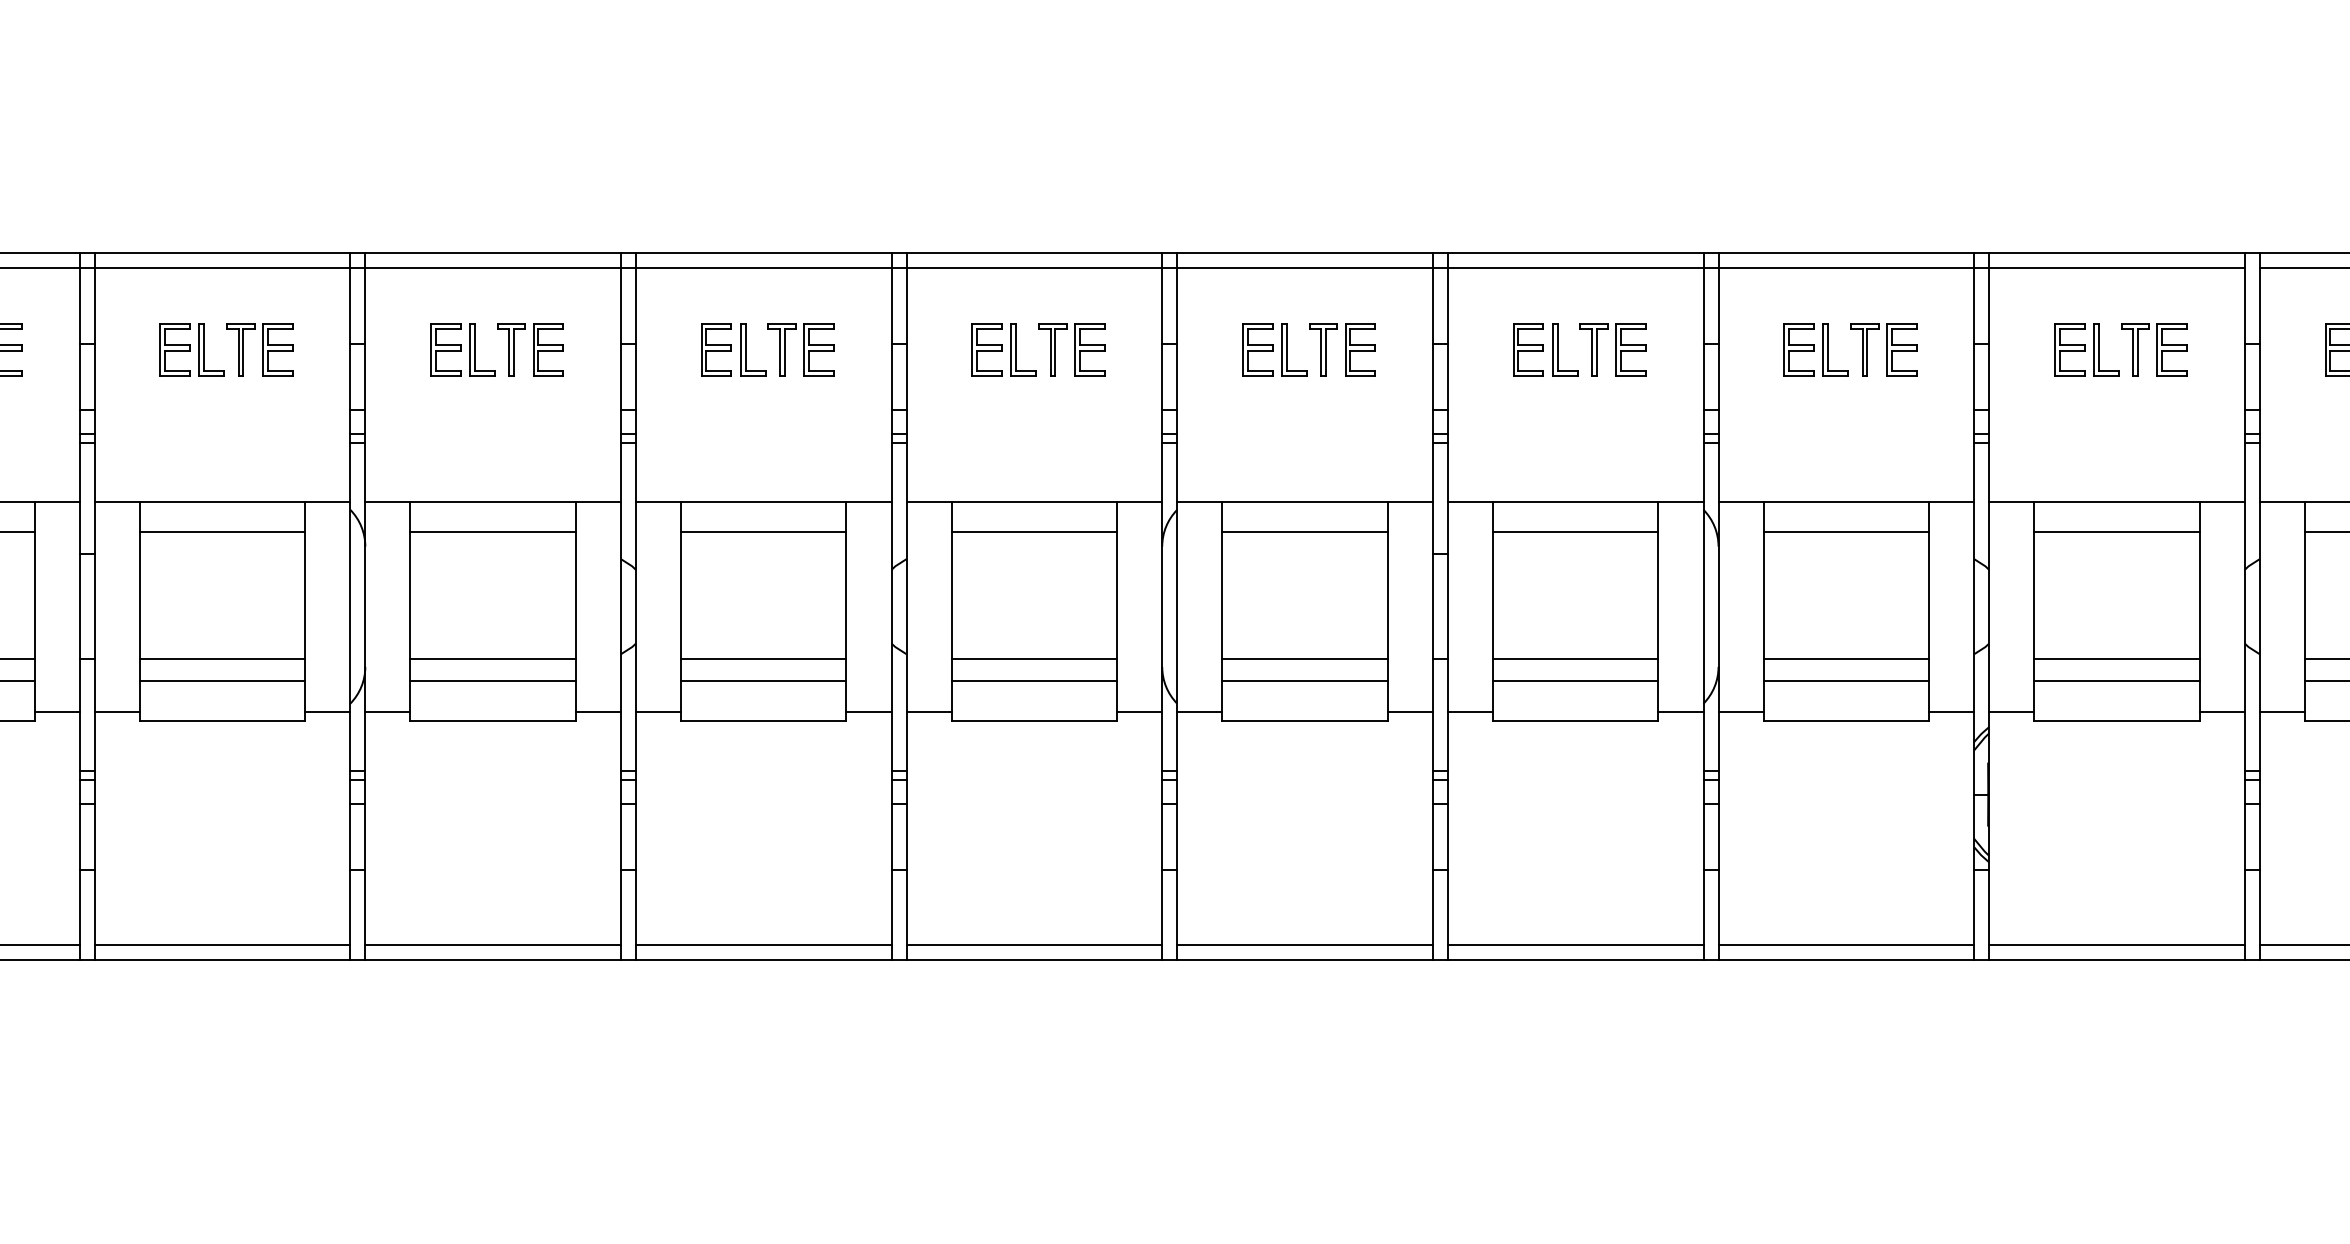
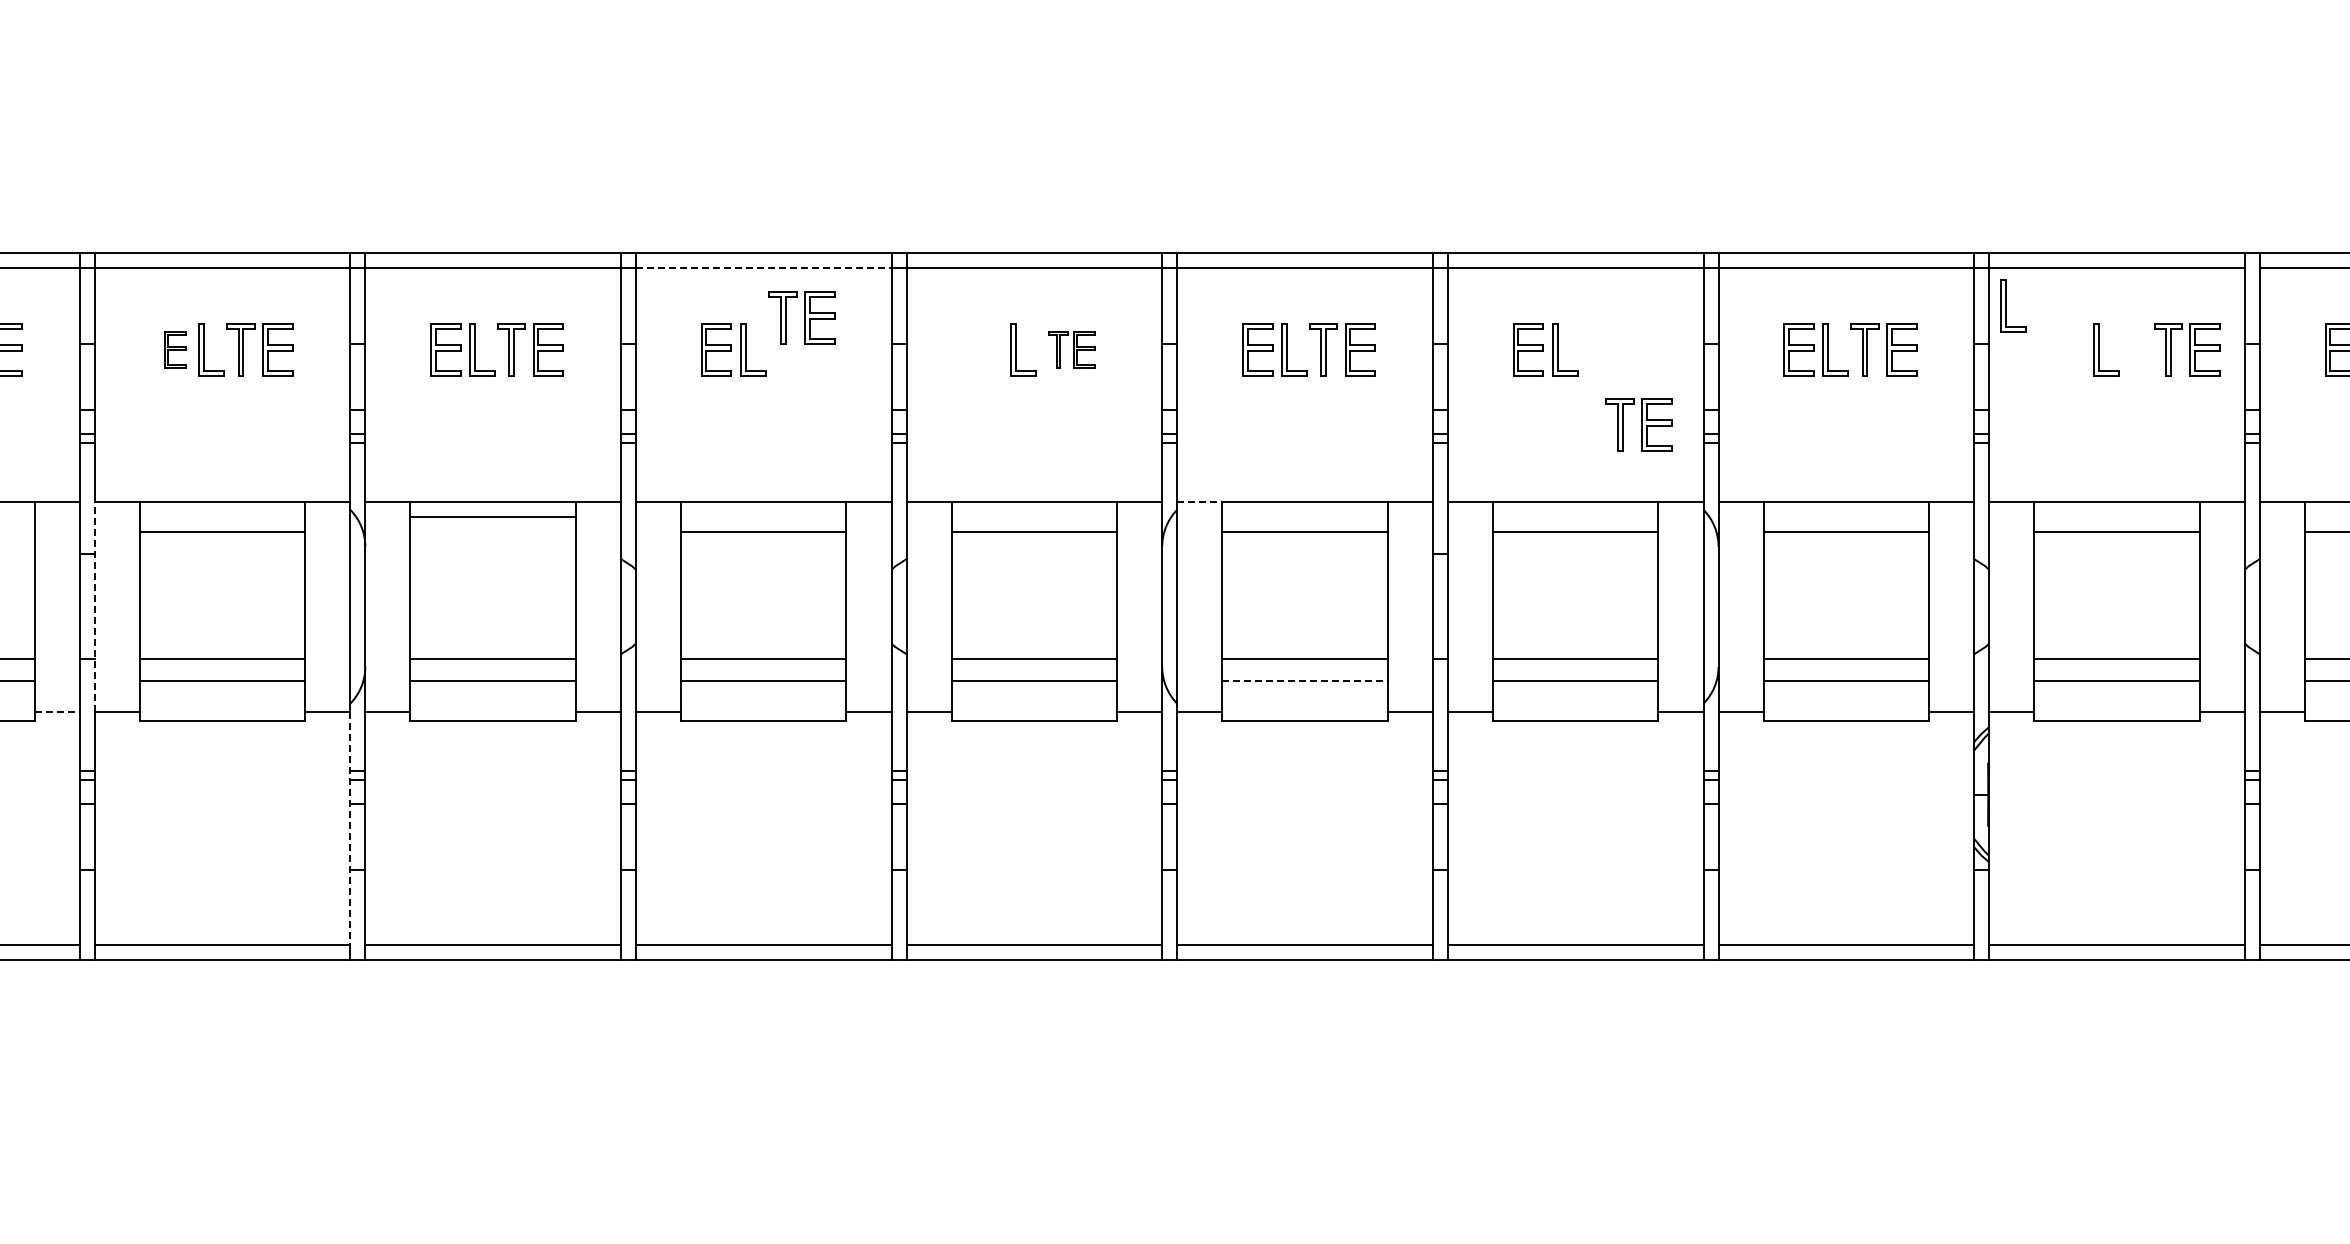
line at (763, 268): solid -> dashed
part at (2006, 305): none -> present
part at (174, 349) size: 32x54 px -> 23x38 px
part at (800, 349) position: (800, 349) -> (801, 317)
part at (986, 349): present -> none
part at (1071, 349) size: 68x54 px -> 48x38 px
part at (1612, 349) position: (1612, 349) -> (1638, 424)
part at (2069, 349): present -> none
part at (2154, 349) position: (2154, 349) -> (2187, 349)
line at (1199, 501): solid -> dashed
line at (18, 531): present -> none
line at (492, 531) position: (492, 531) -> (492, 516)
line at (94, 606): solid -> dashed
line at (1305, 681): solid -> dashed
line at (57, 712): solid -> dashed
line at (350, 828): solid -> dashed
